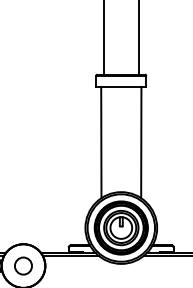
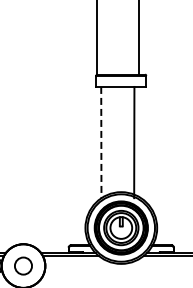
line at (103, 38) position: (103, 38) -> (96, 38)
line at (101, 142): solid -> dashed
line at (141, 142) position: (141, 142) -> (134, 142)
